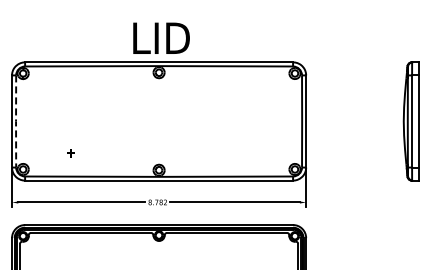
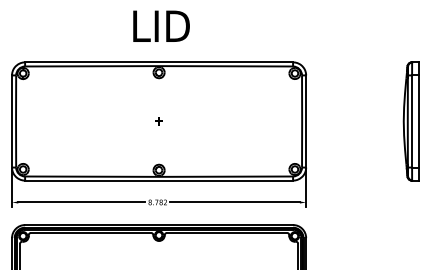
text at (161, 37) position: (161, 37) -> (161, 25)
line at (16, 121): dashed -> solid
part at (70, 153) position: (70, 153) -> (158, 121)
